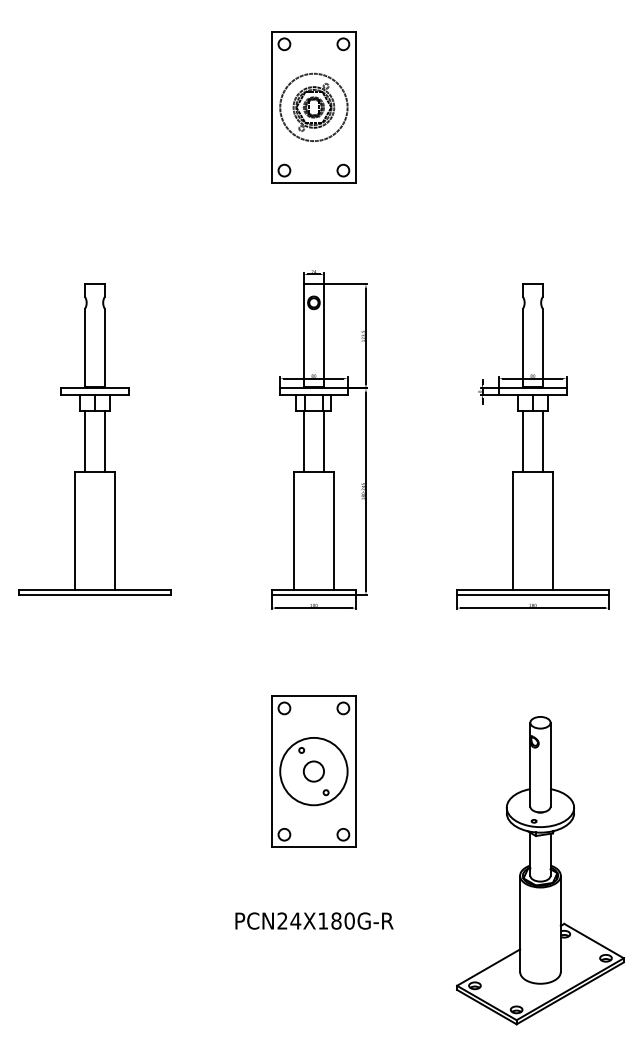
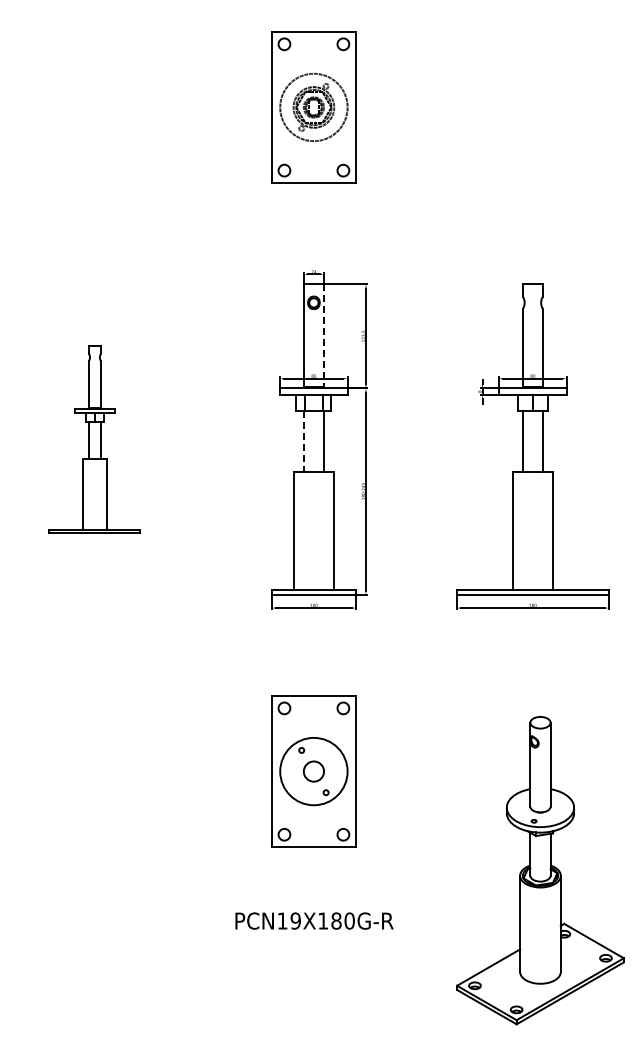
line at (324, 336): solid -> dashed
part at (94, 439) size: 154x313 px -> 93x189 px
line at (303, 441): solid -> dashed
text at (289, 920): PCN24X180G-R -> PCN19X180G-R
